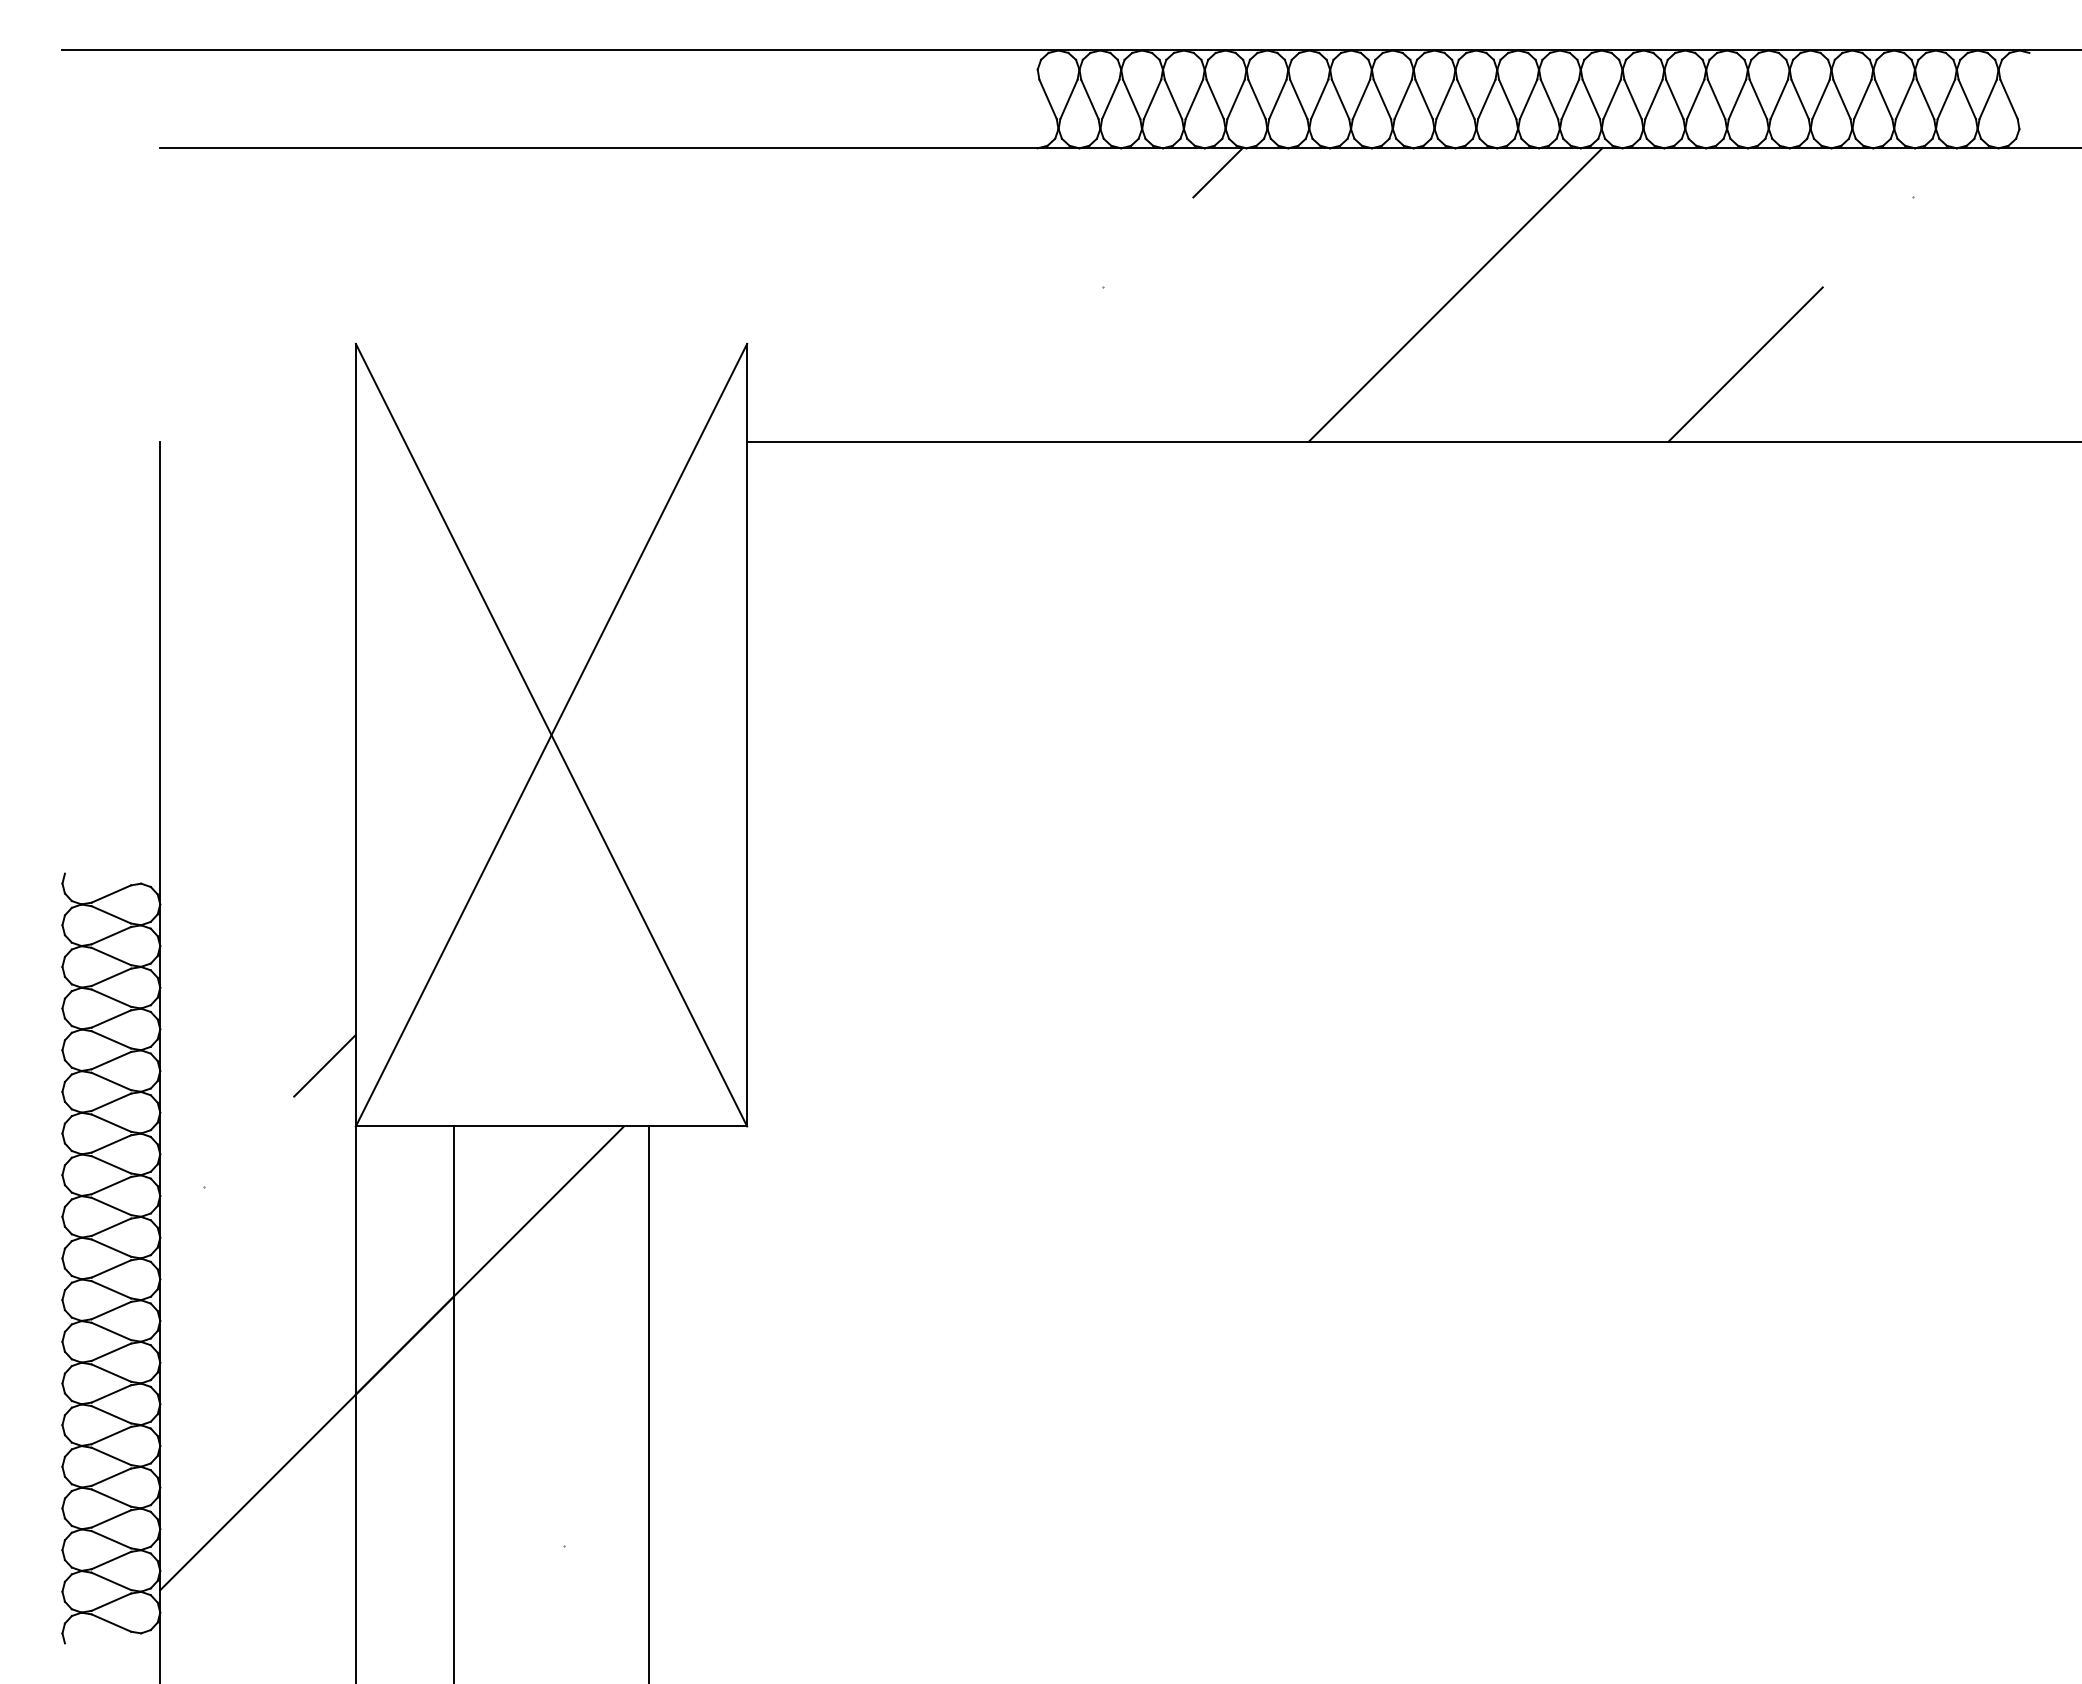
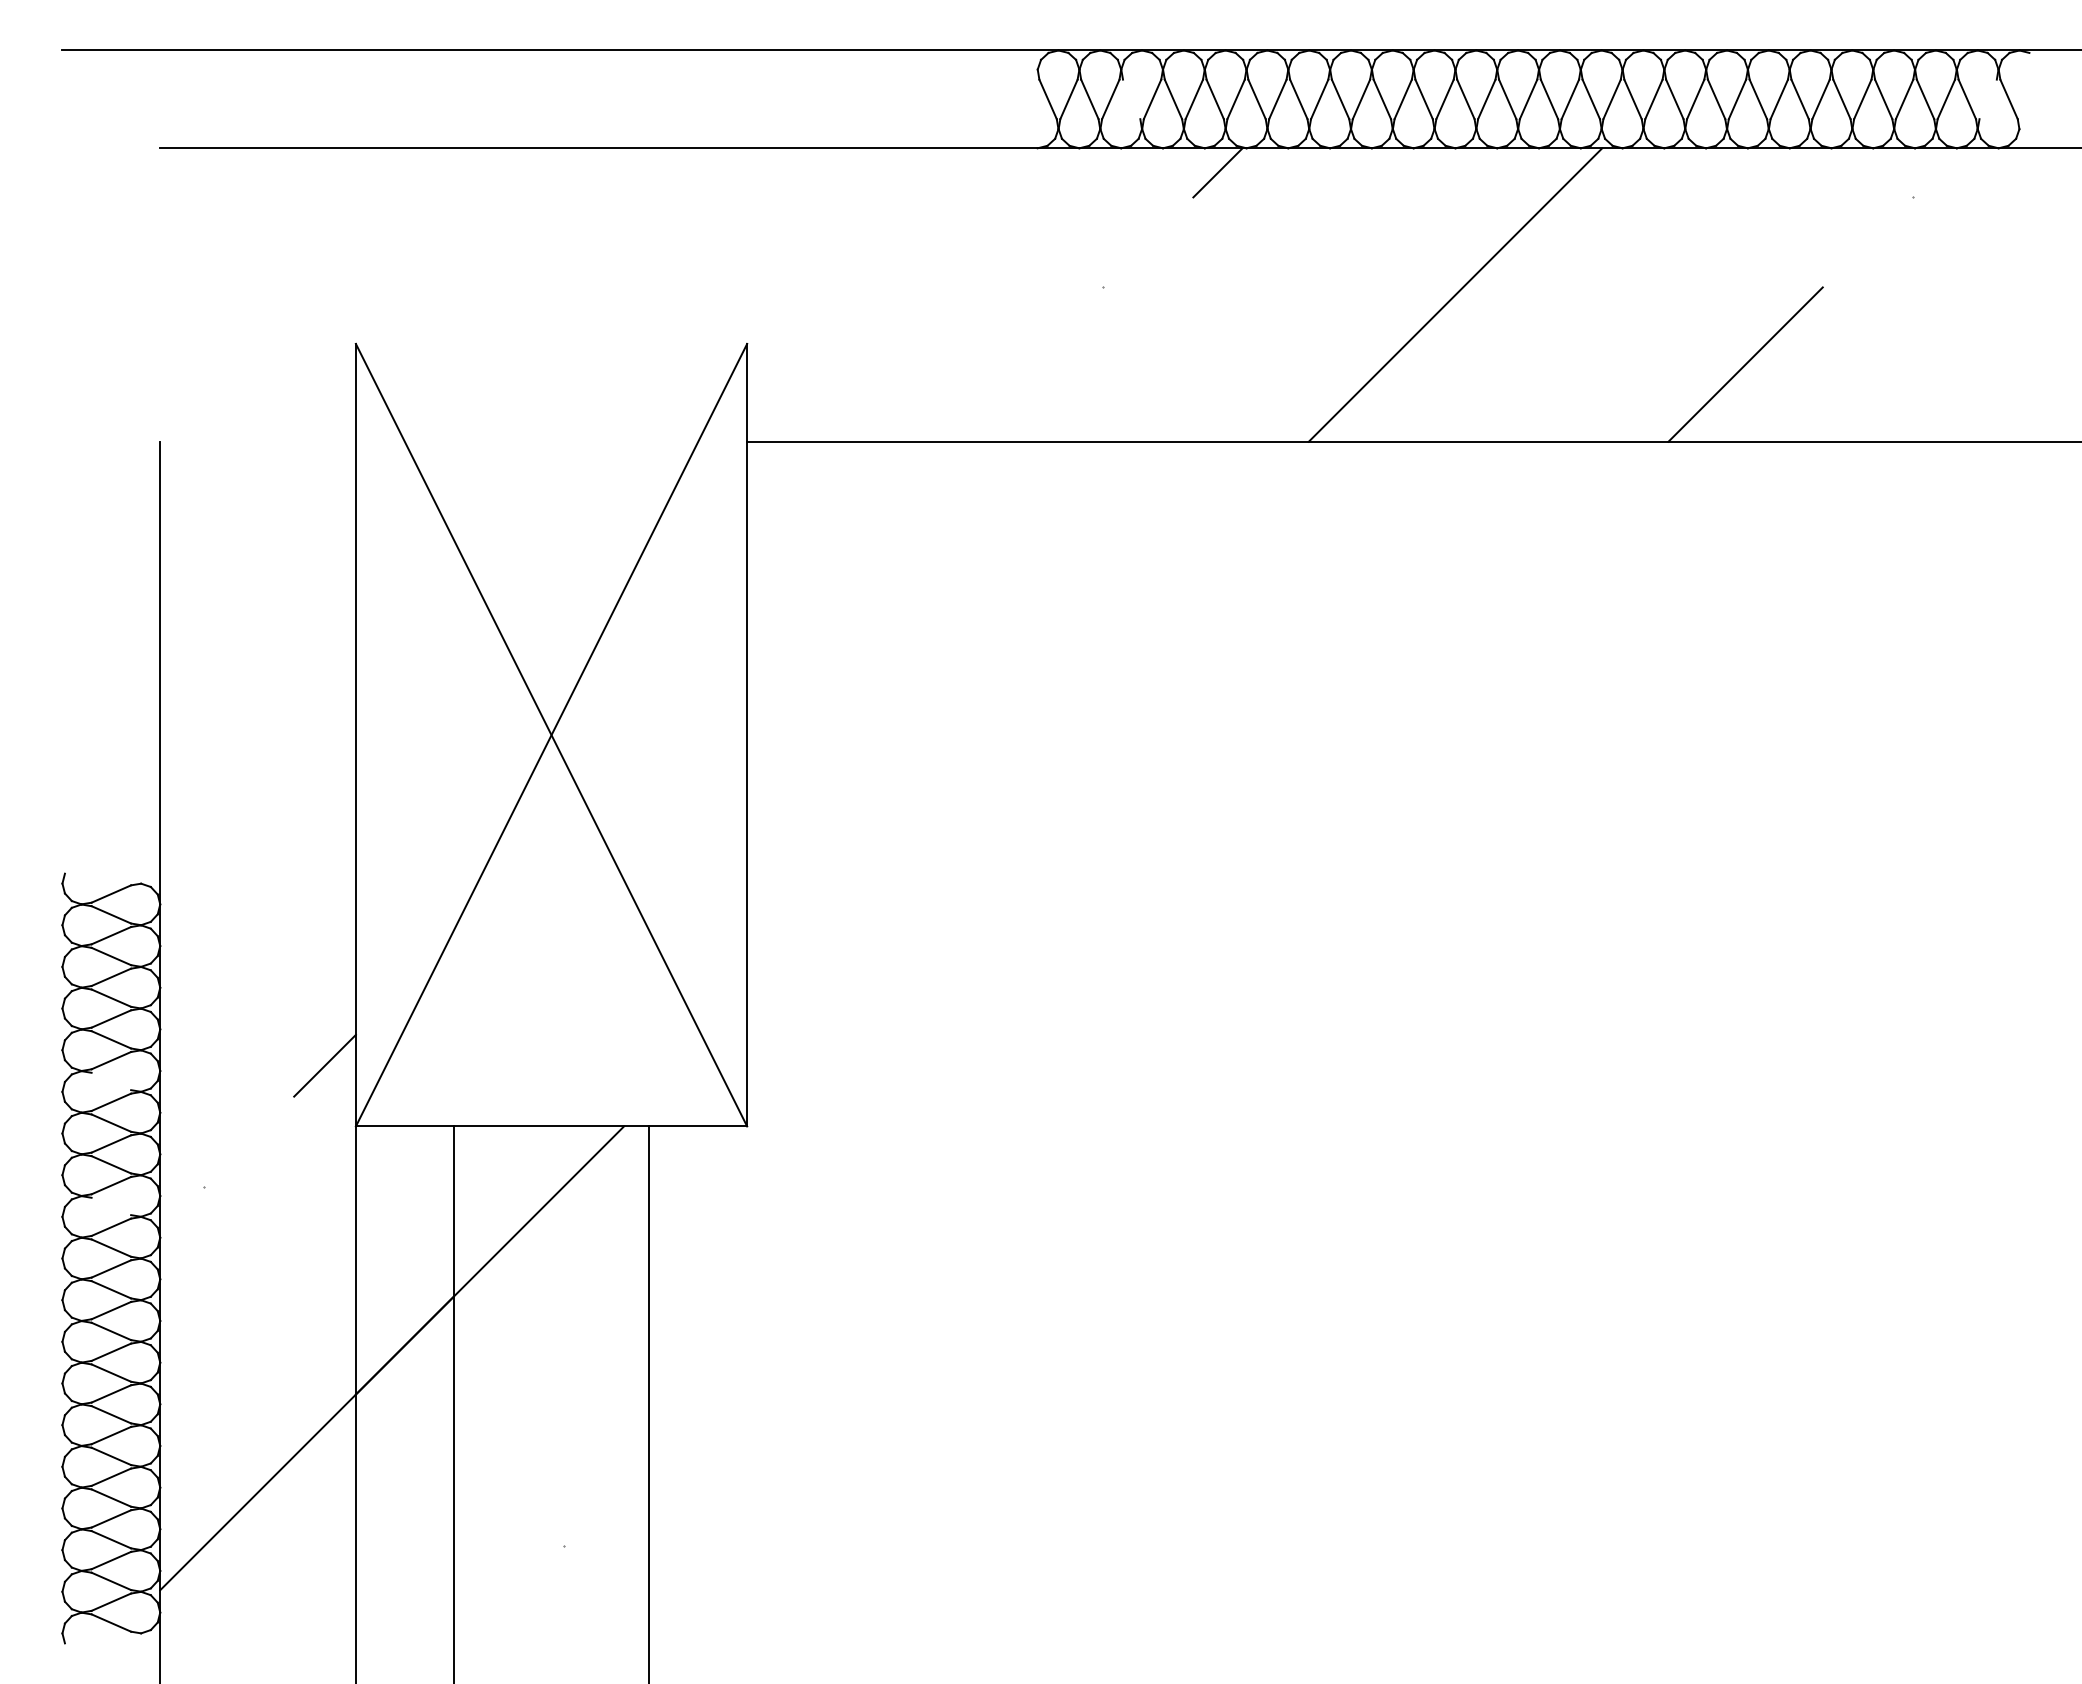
line at (1131, 99): present -> none
line at (1987, 99): present -> none
line at (111, 1081): present -> none
line at (111, 1206): present -> none
